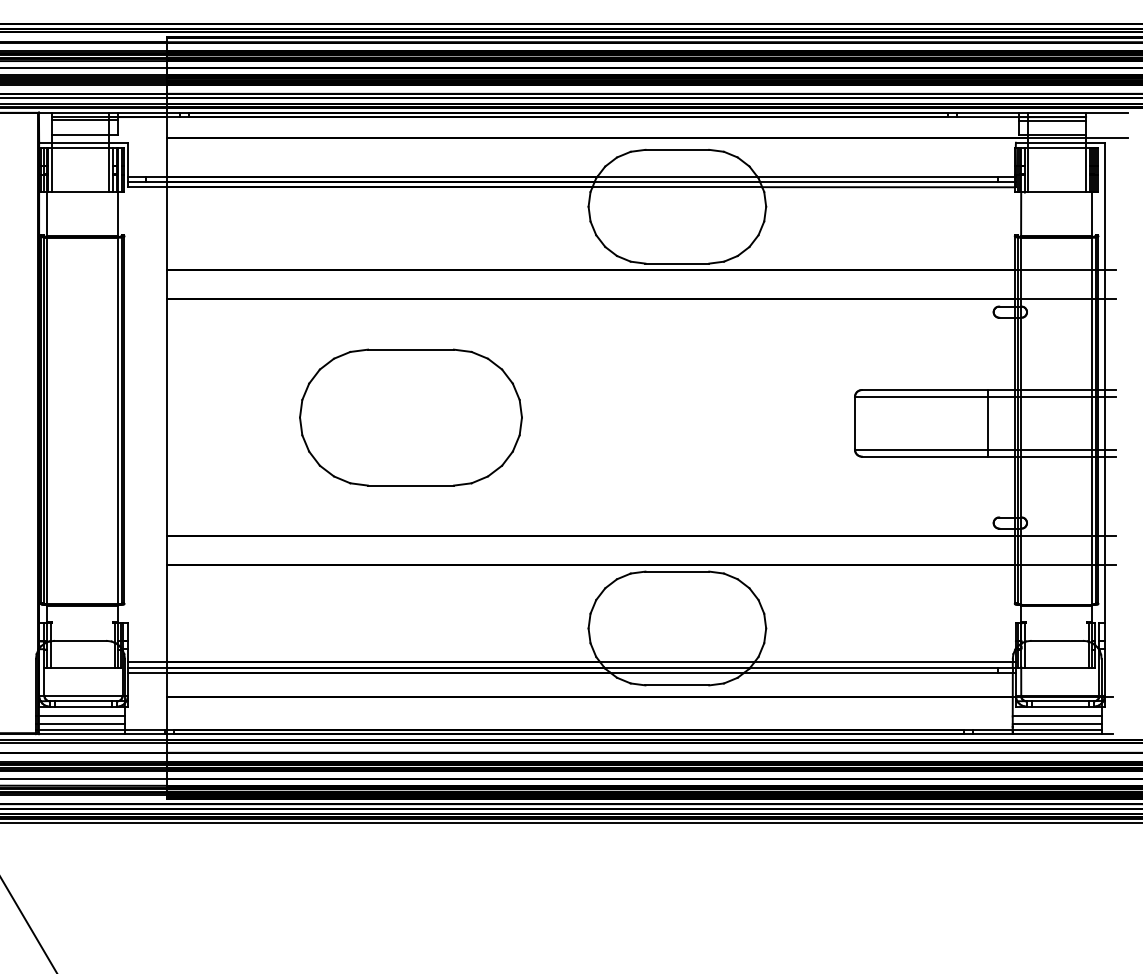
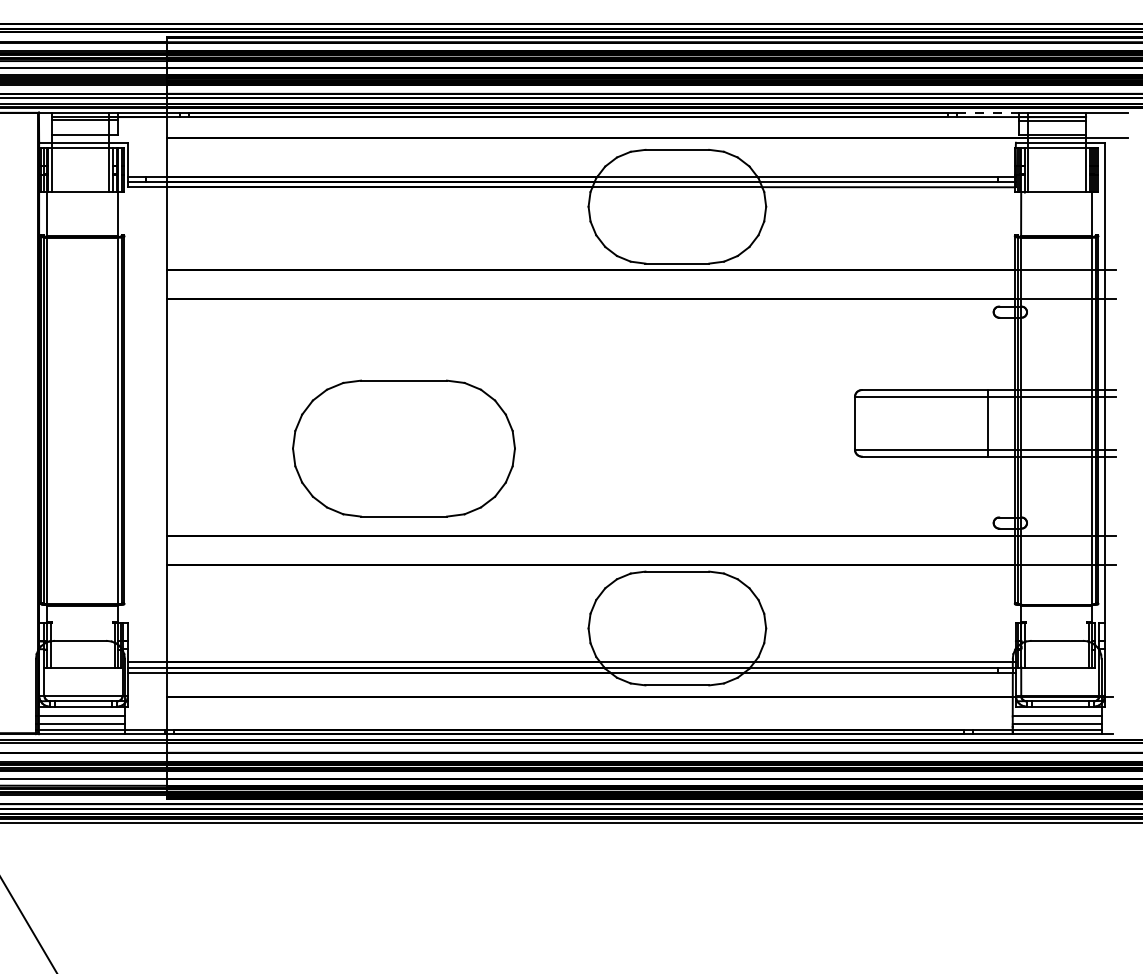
line at (988, 112): solid -> dashed
part at (410, 417) position: (410, 417) -> (403, 448)
